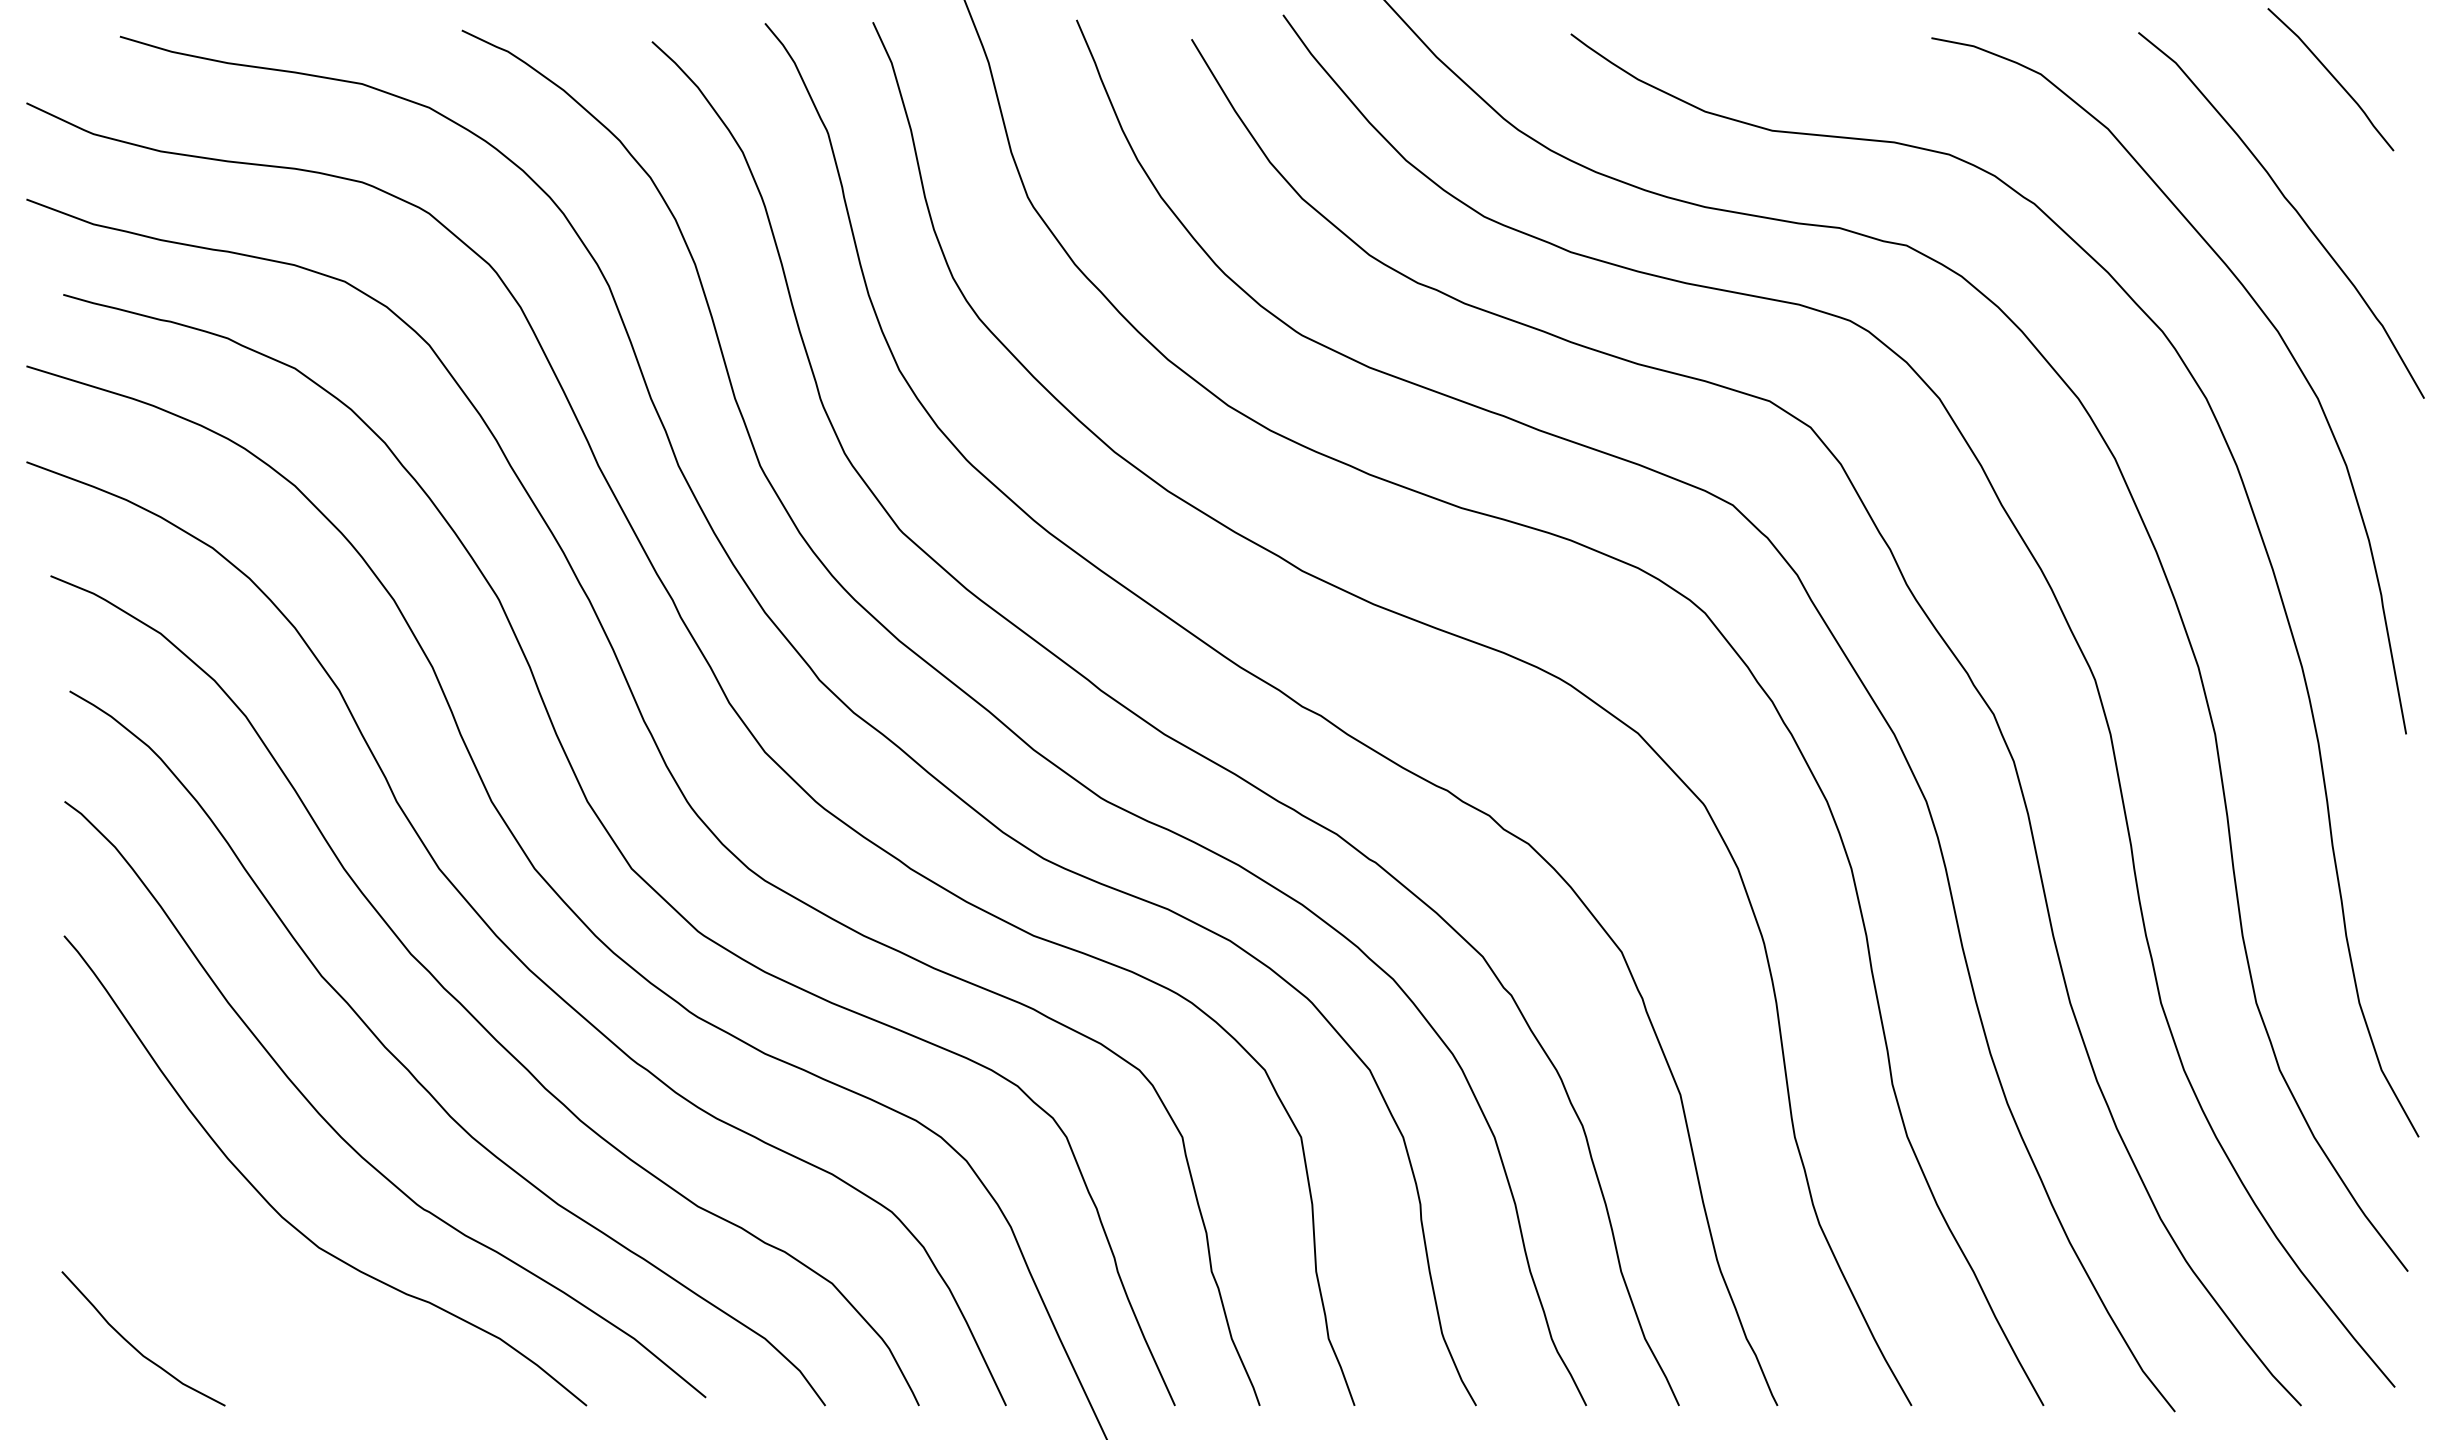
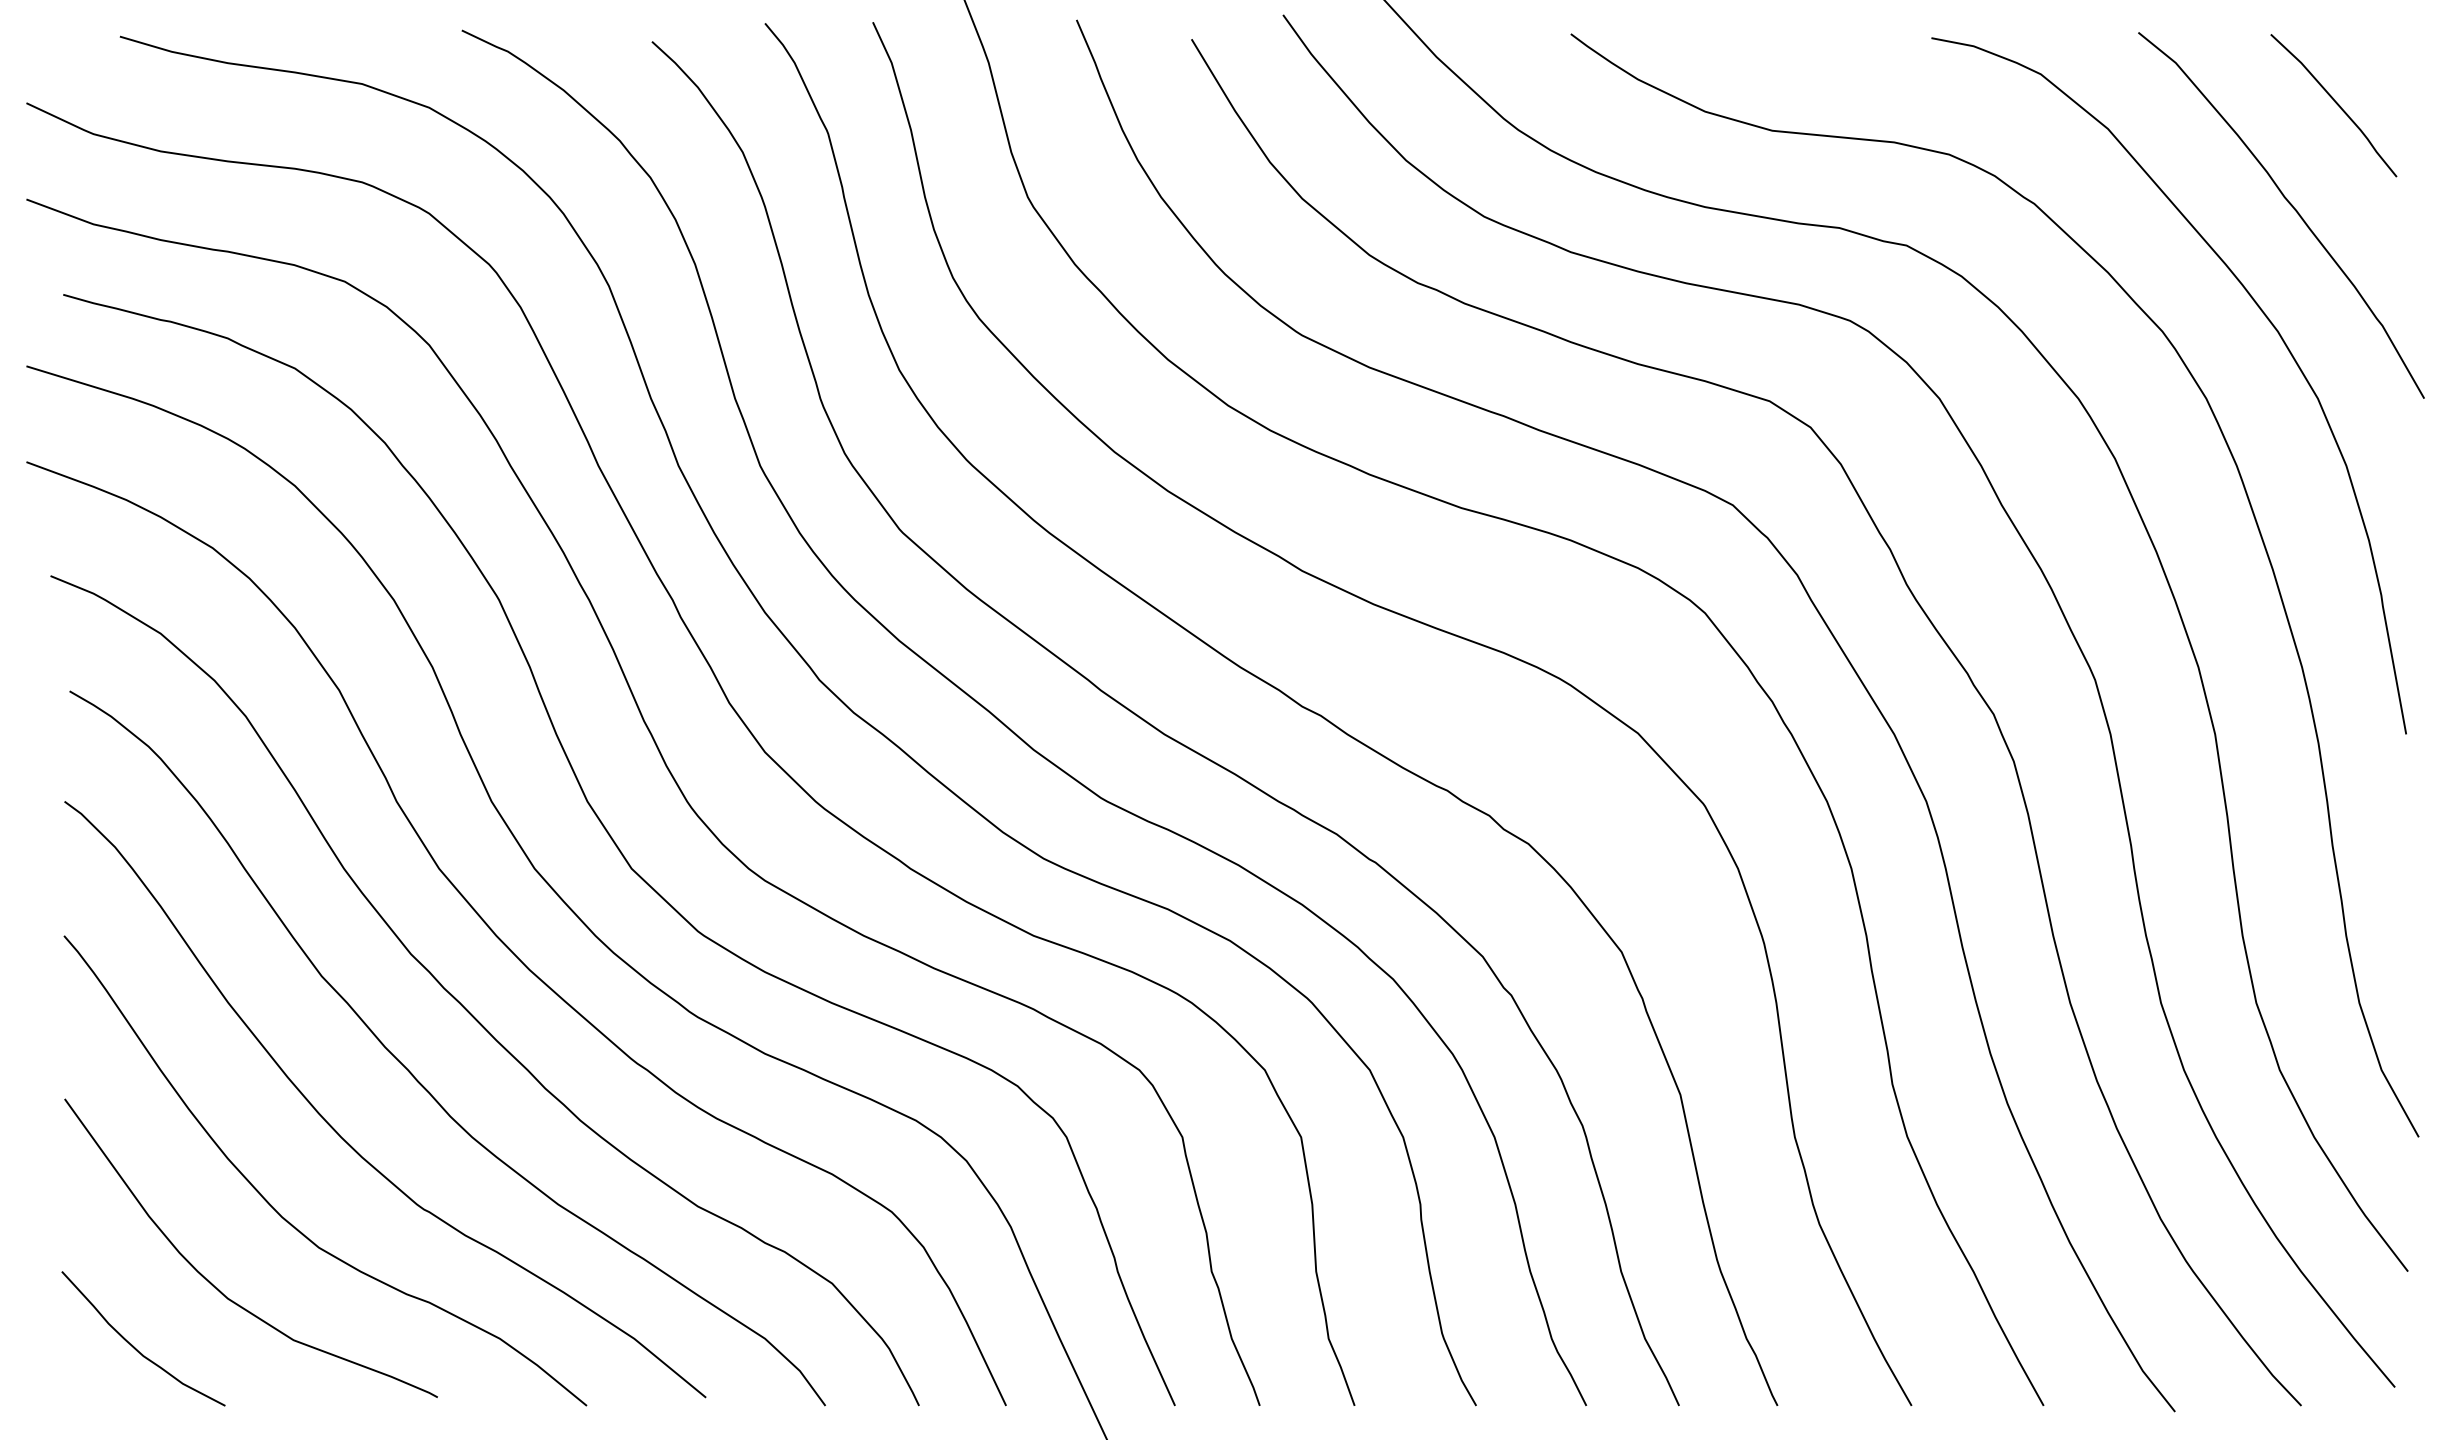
curve at (2332, 77) position: (2332, 77) -> (2335, 103)
curve at (218, 1288): none -> present
